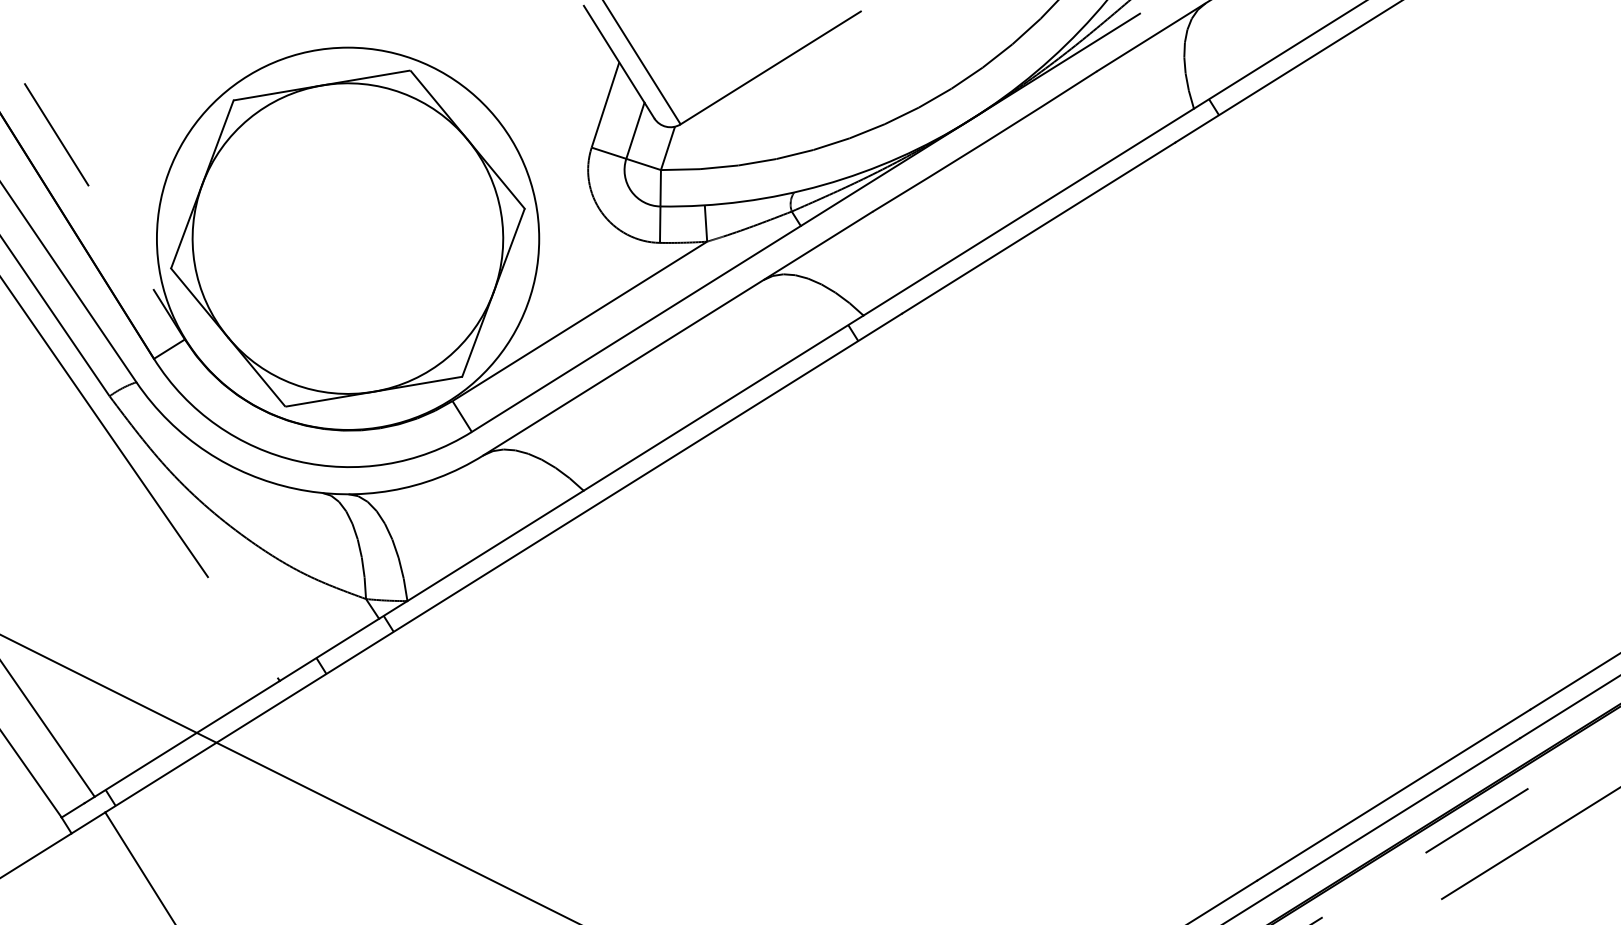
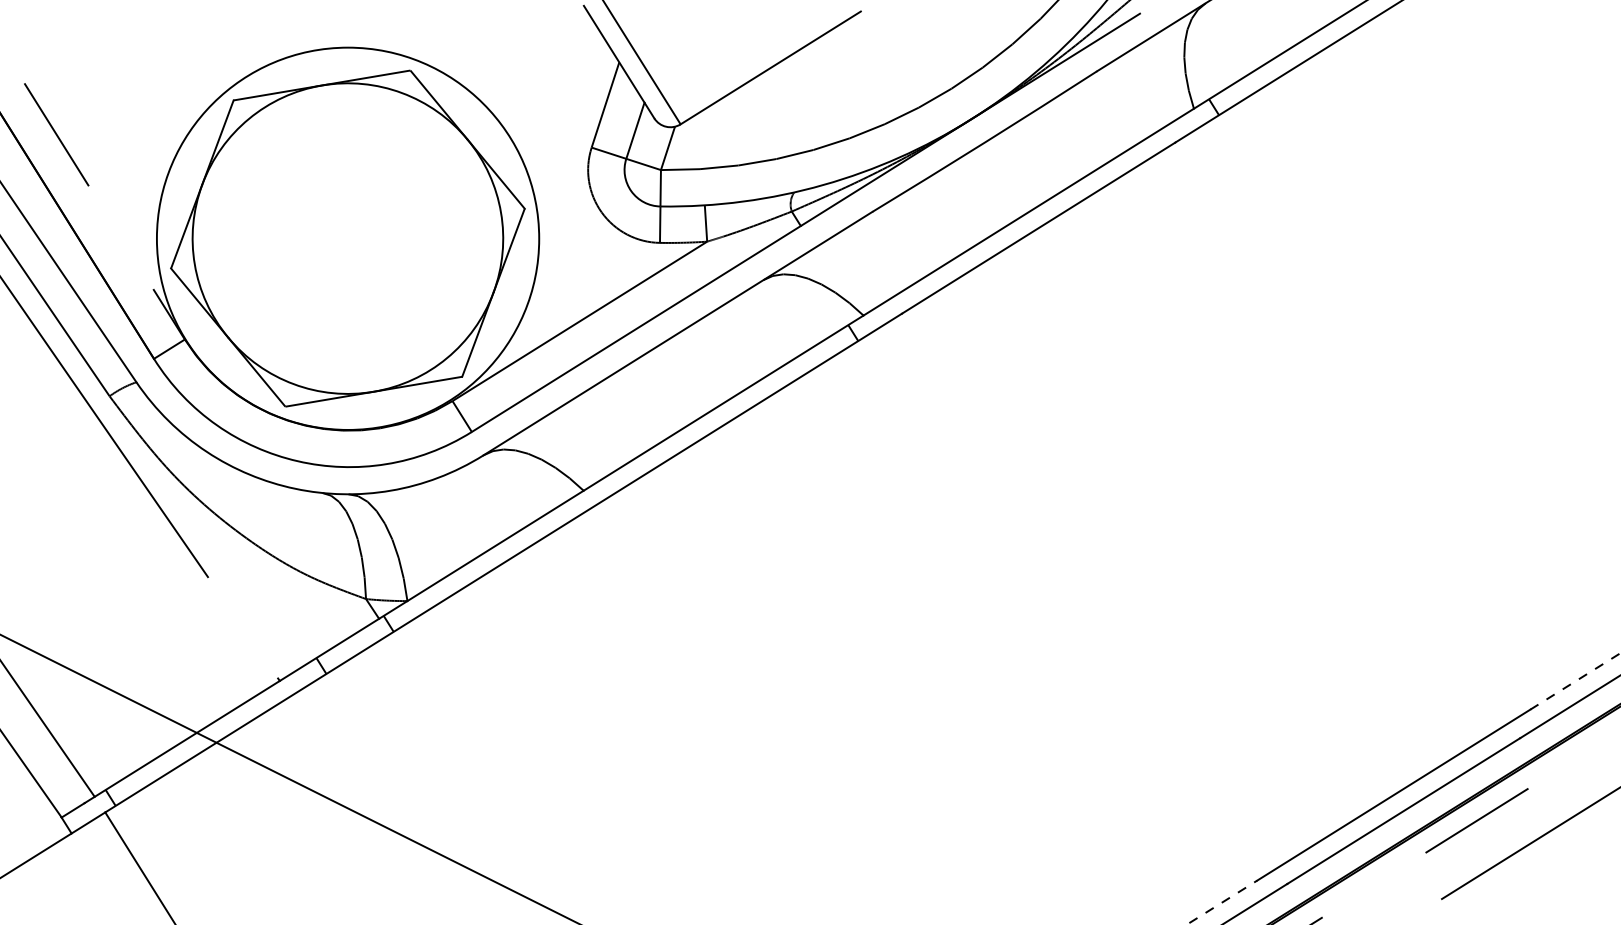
line at (1576, 681): solid -> dashed
line at (1222, 902): solid -> dashed
